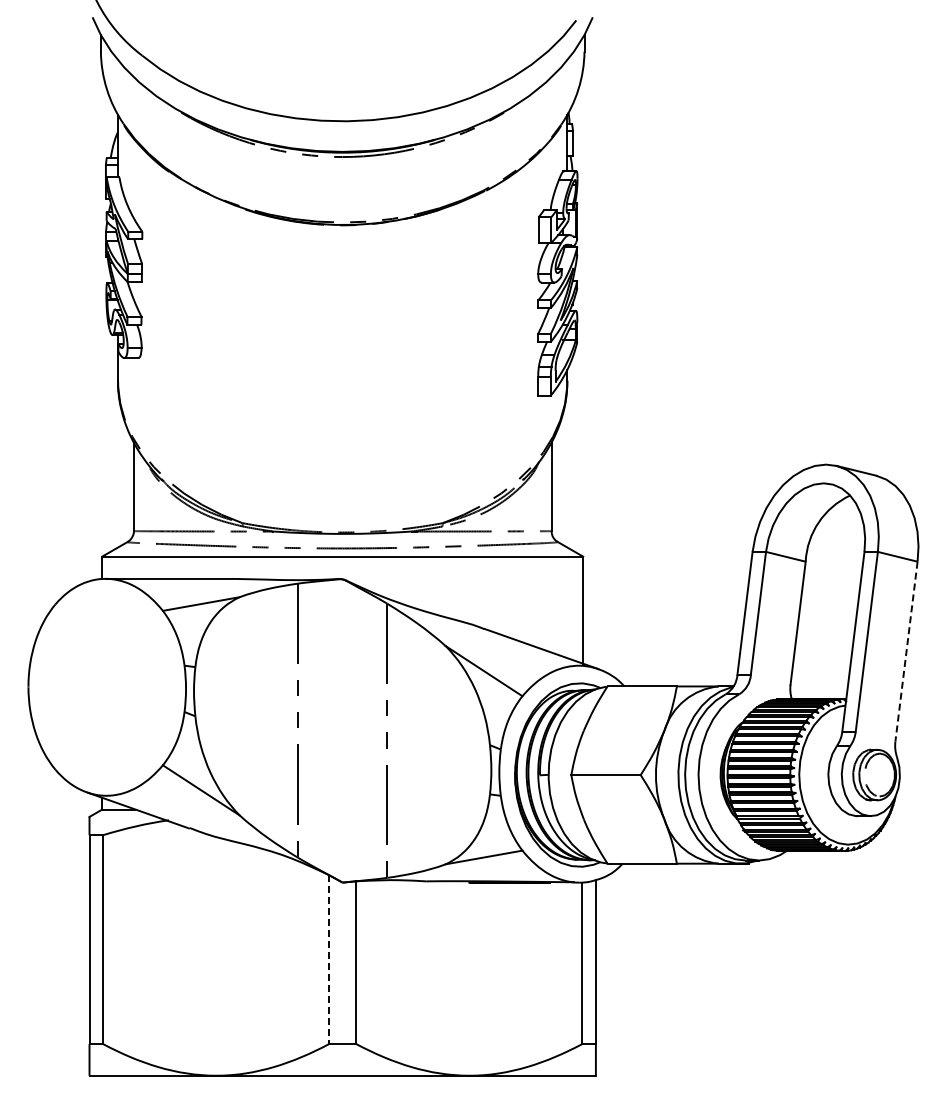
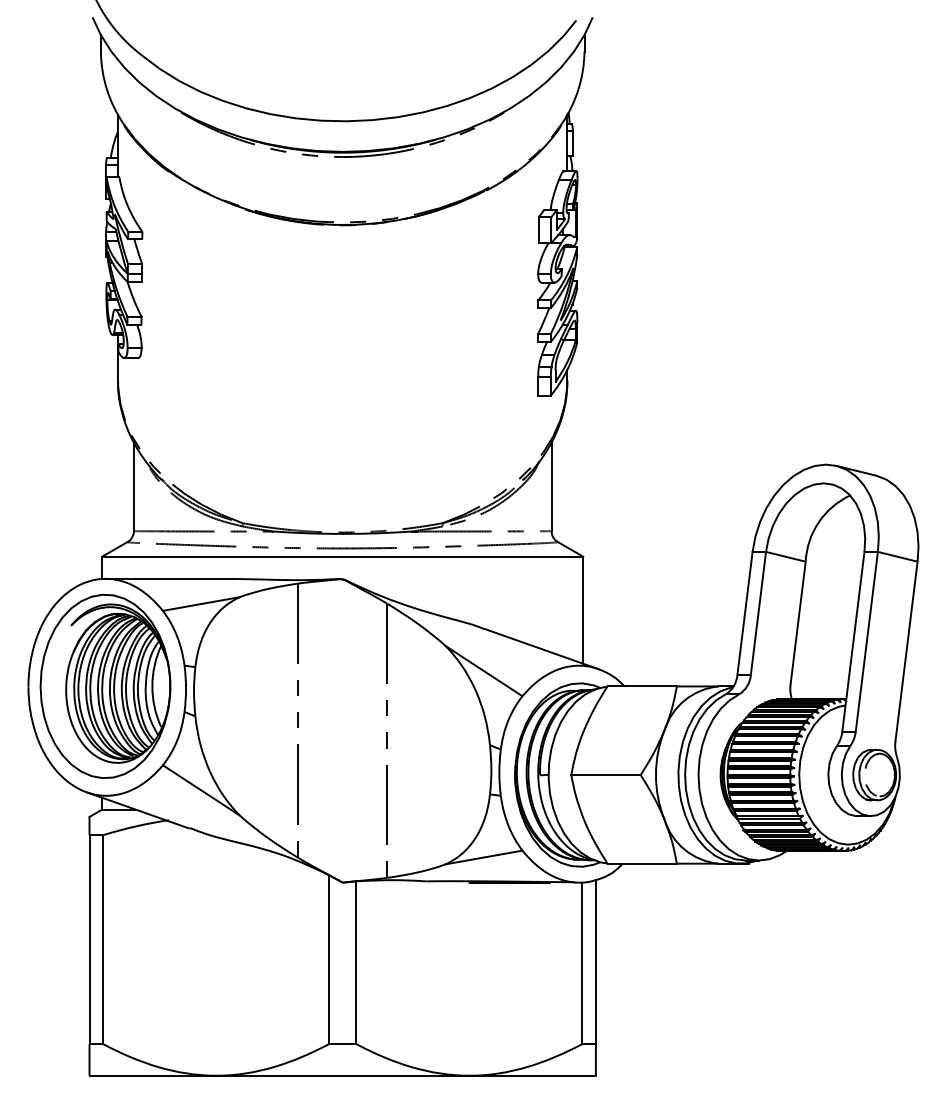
line at (906, 651): dashed -> solid
part at (105, 685): none -> present
line at (329, 960): dashed -> solid
